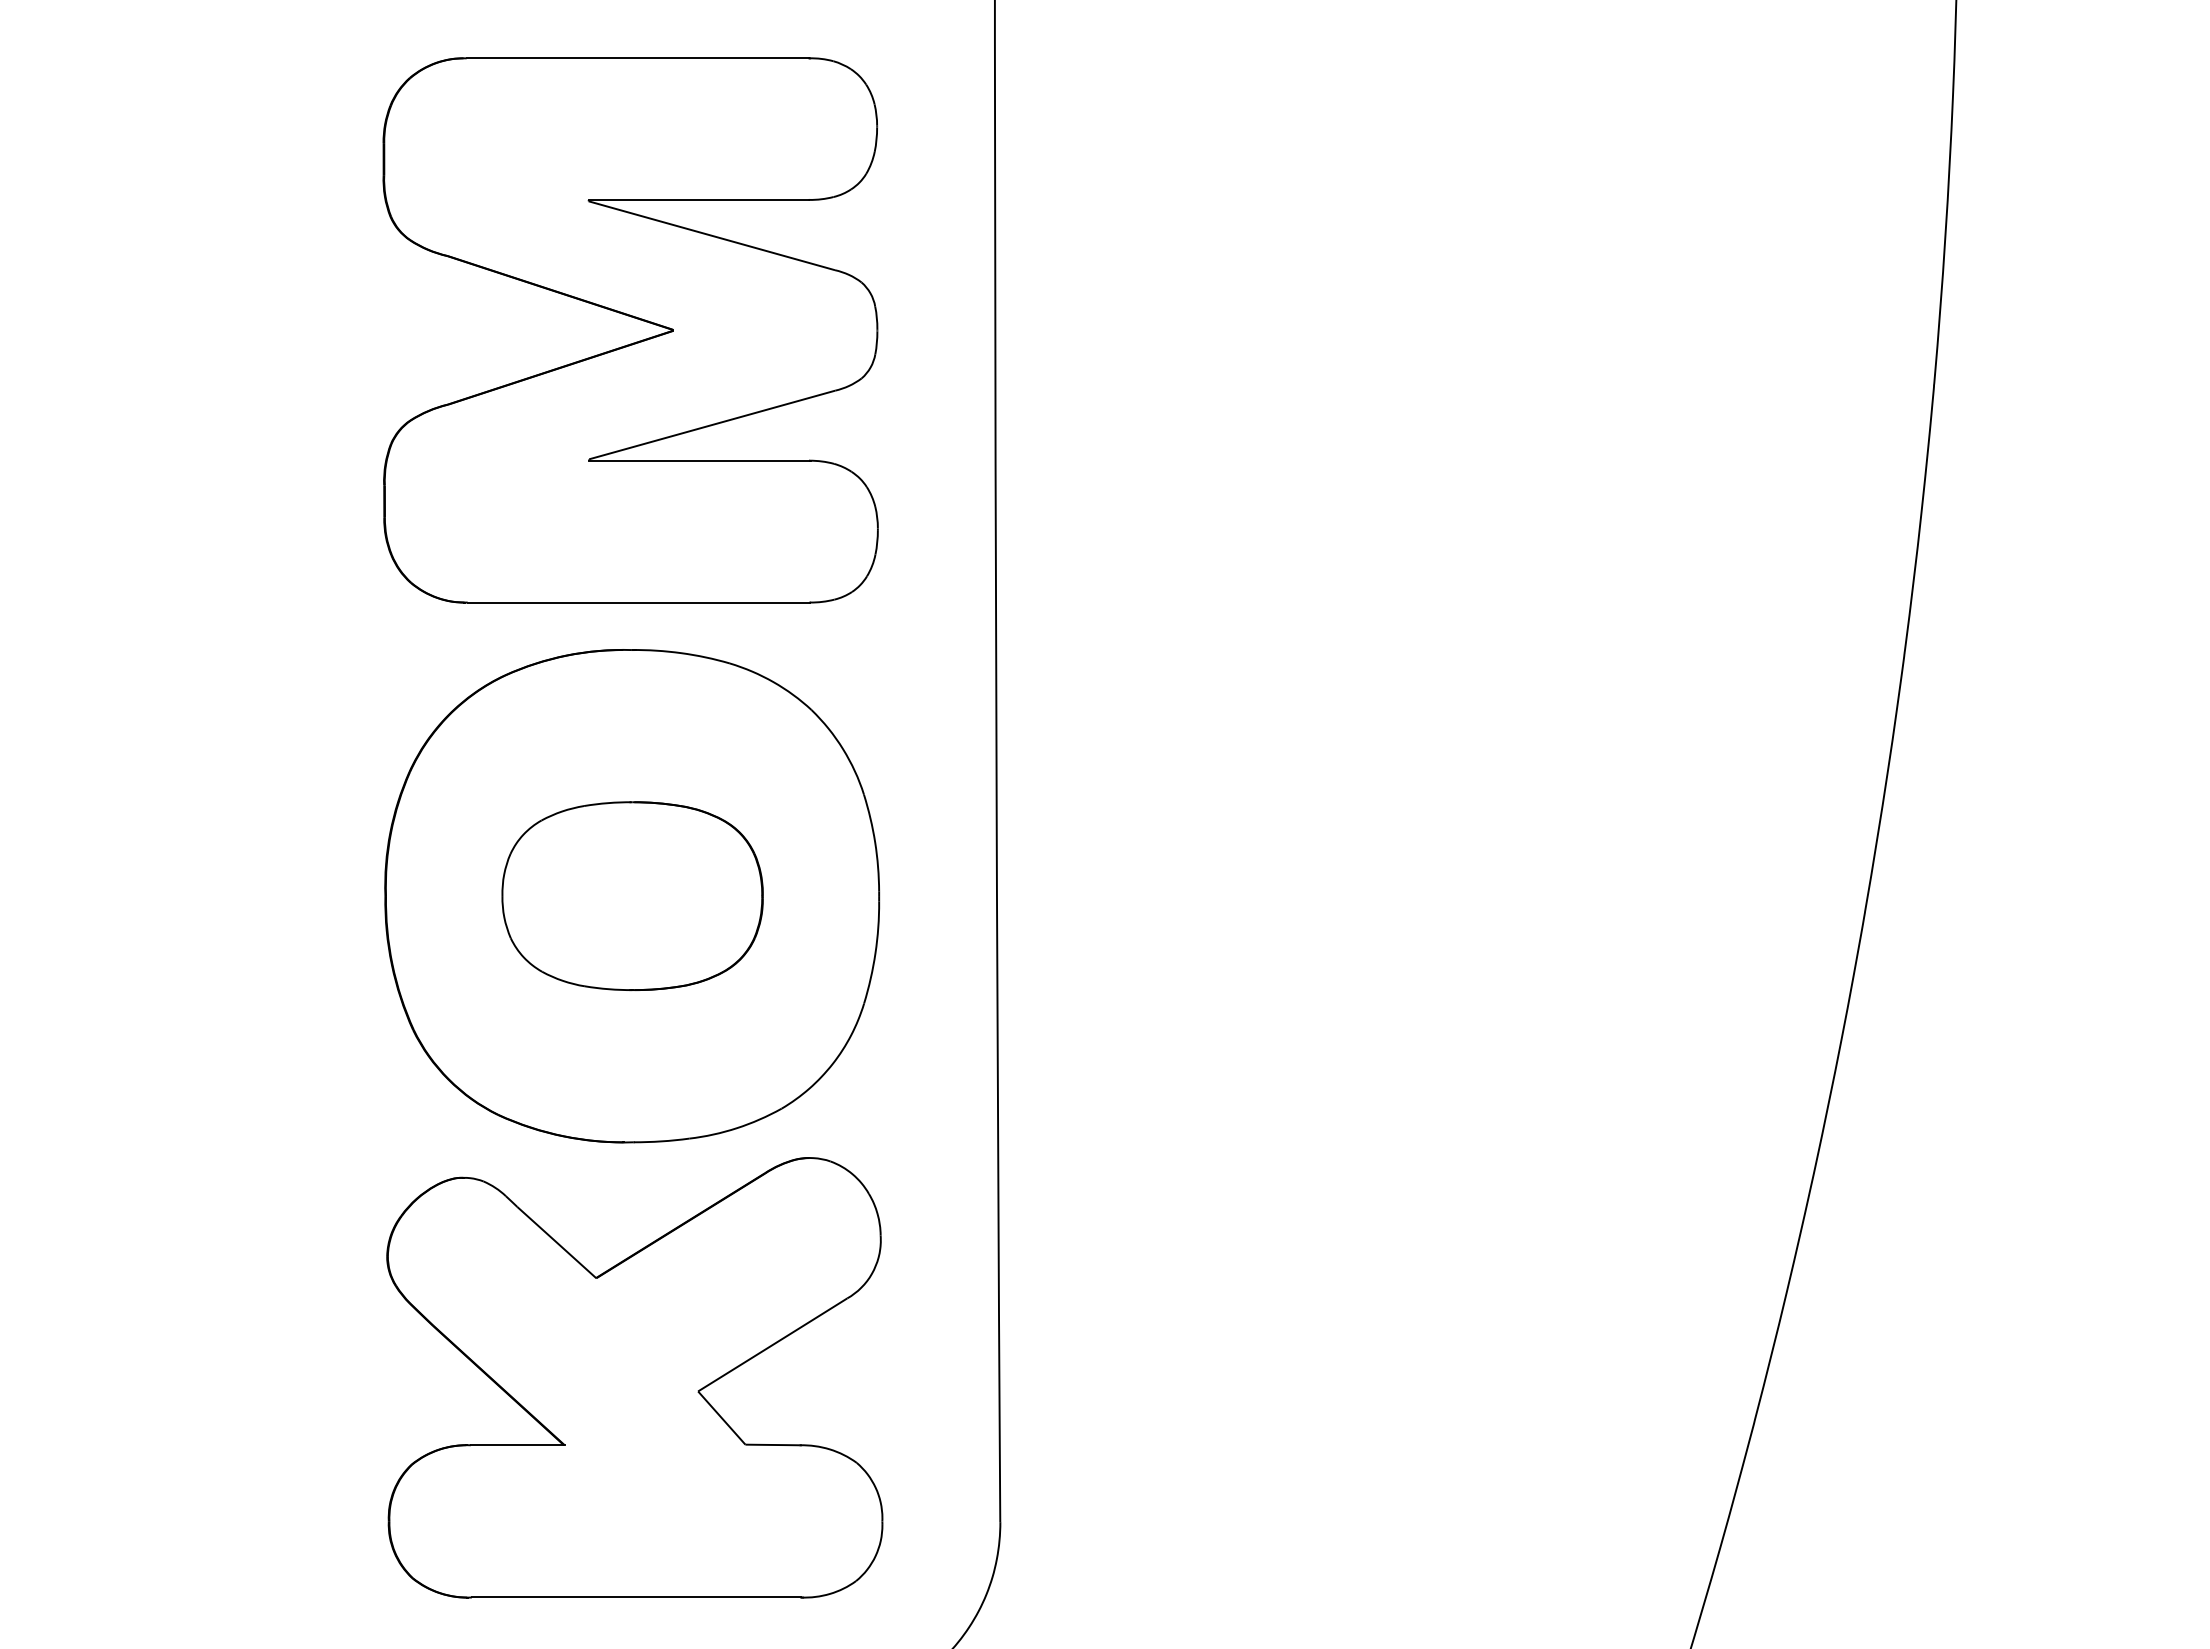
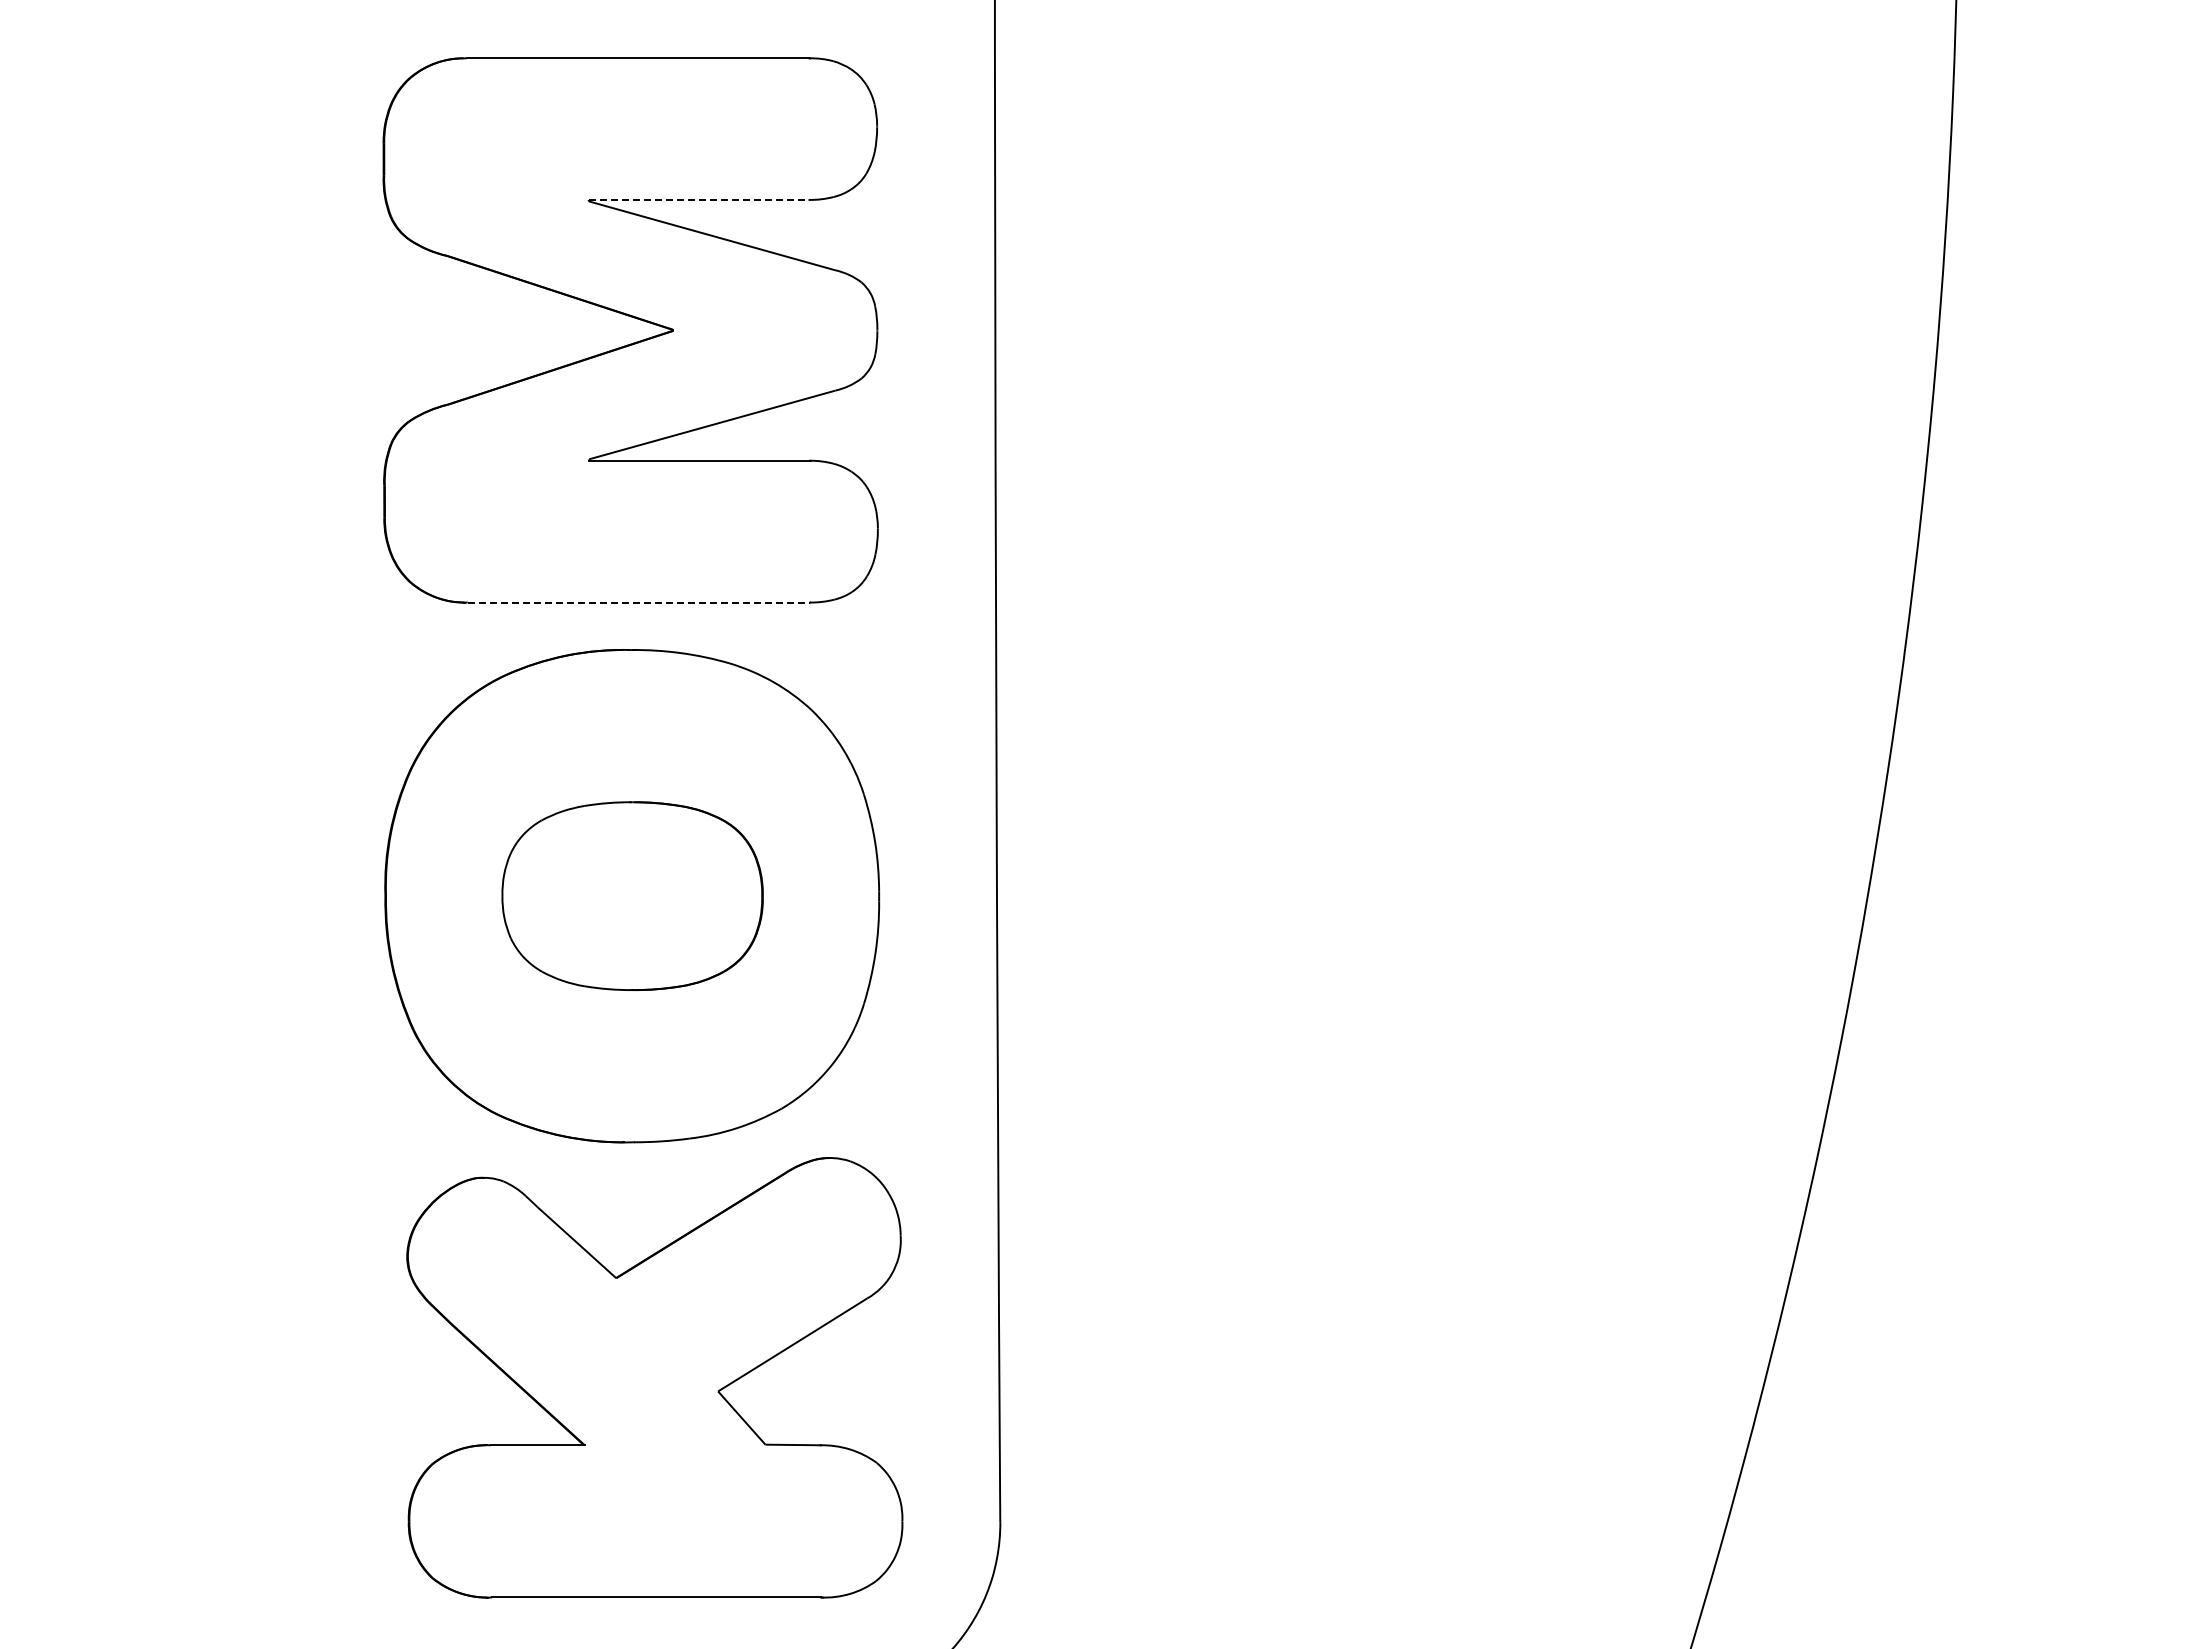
line at (699, 199): solid -> dashed
line at (639, 602): solid -> dashed
part at (634, 1377) position: (634, 1377) -> (654, 1377)
